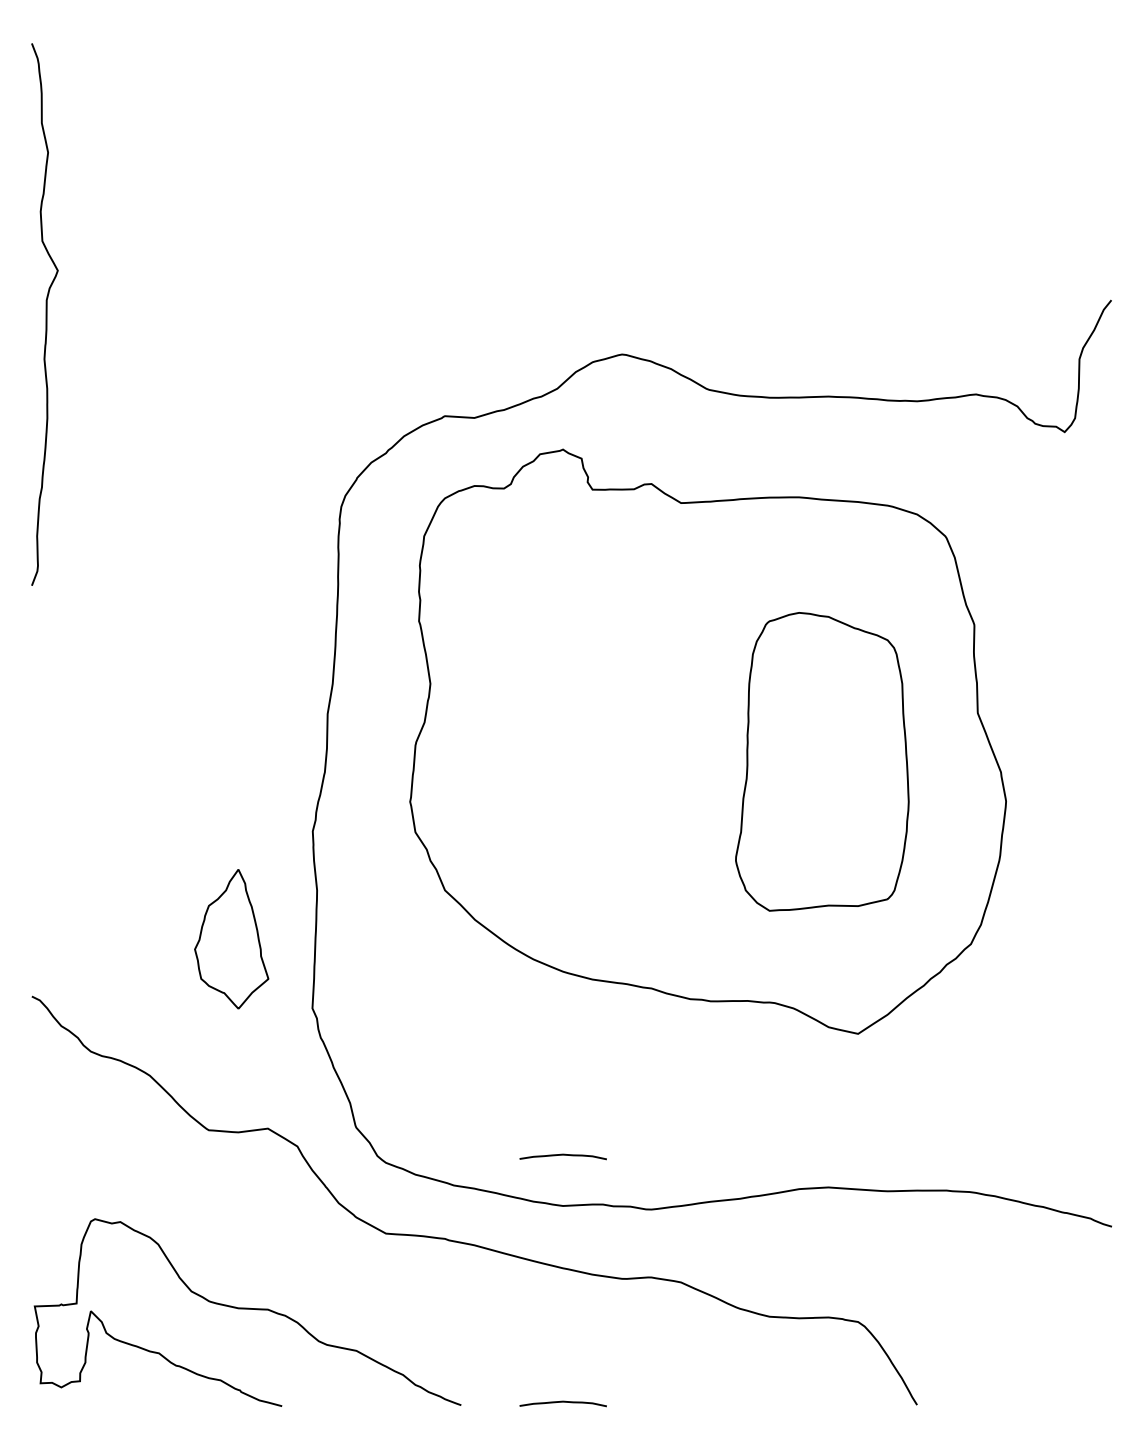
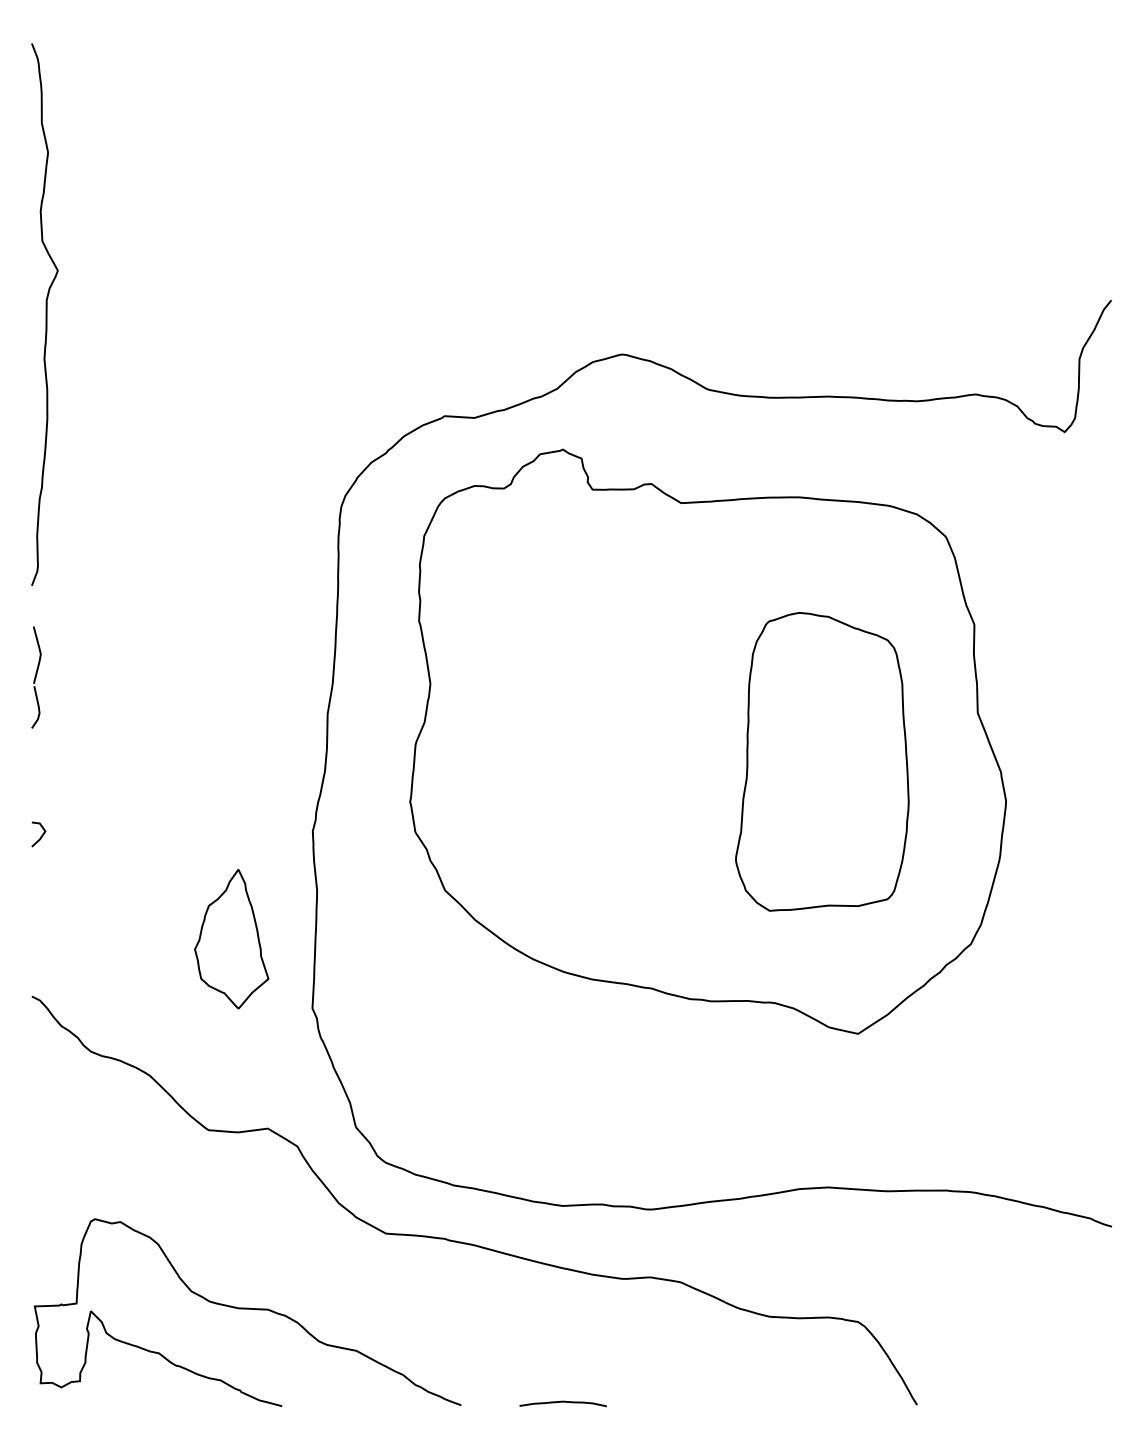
part at (36, 677): none -> present
line at (40, 836): none -> present
curve at (562, 1155): present -> none
